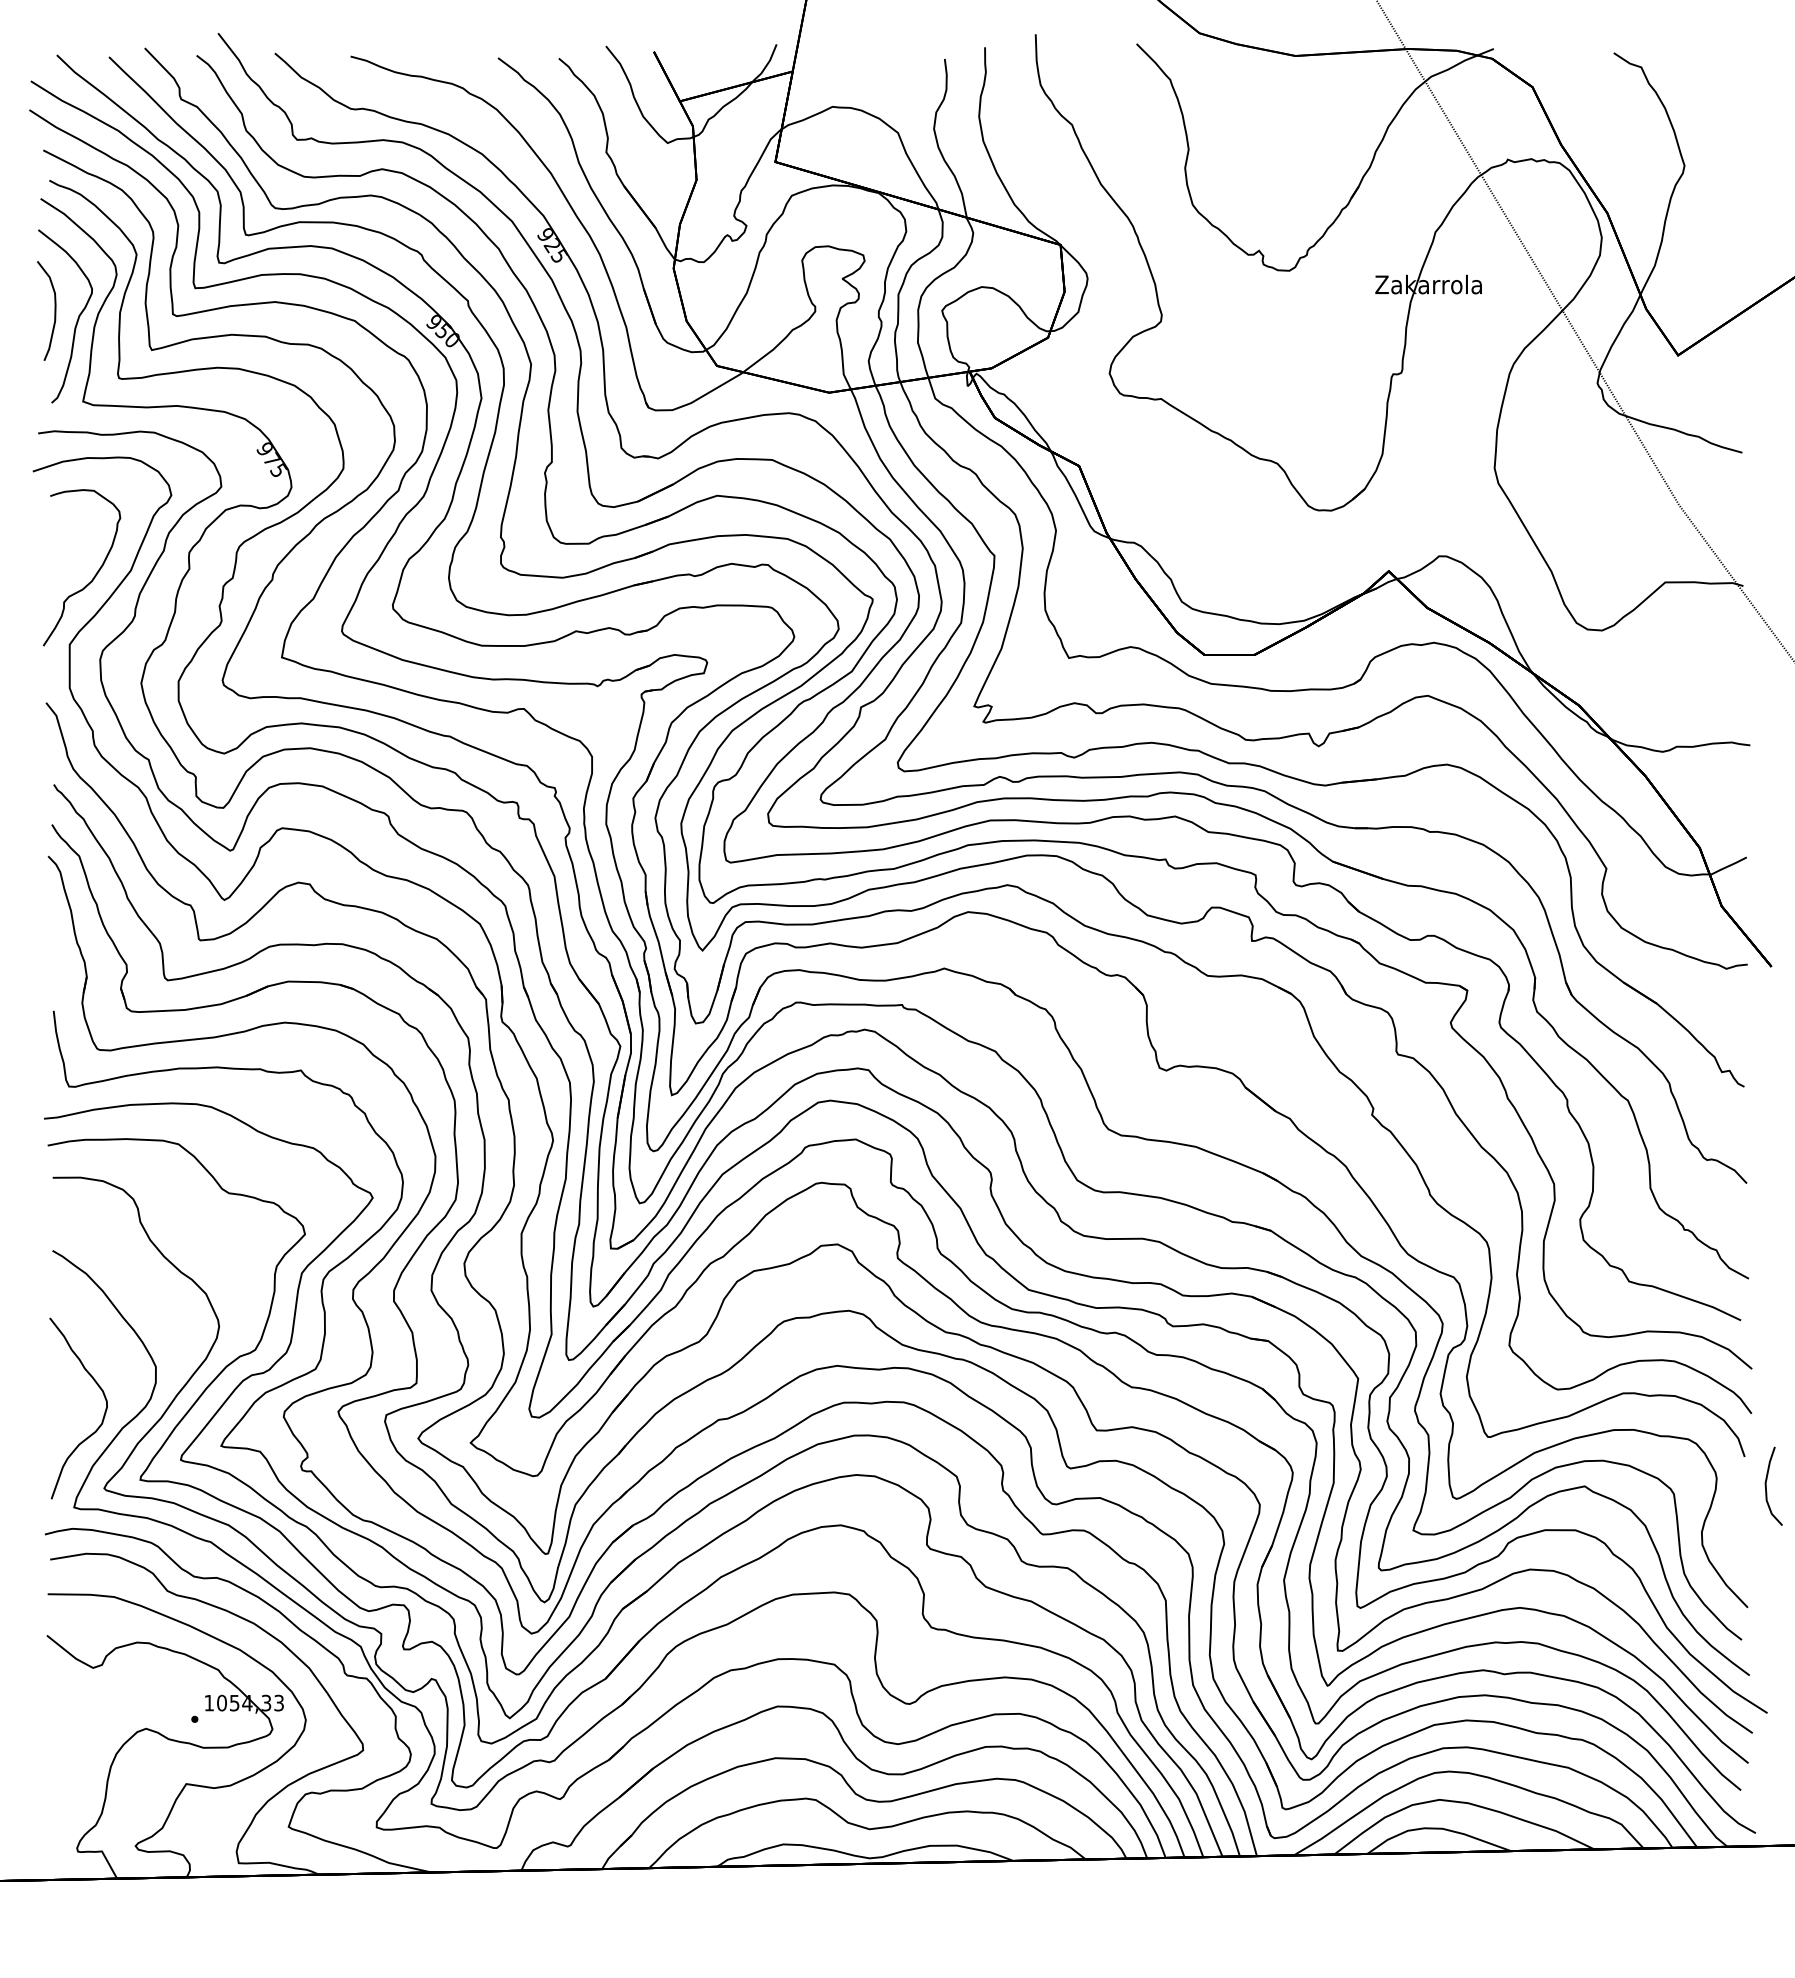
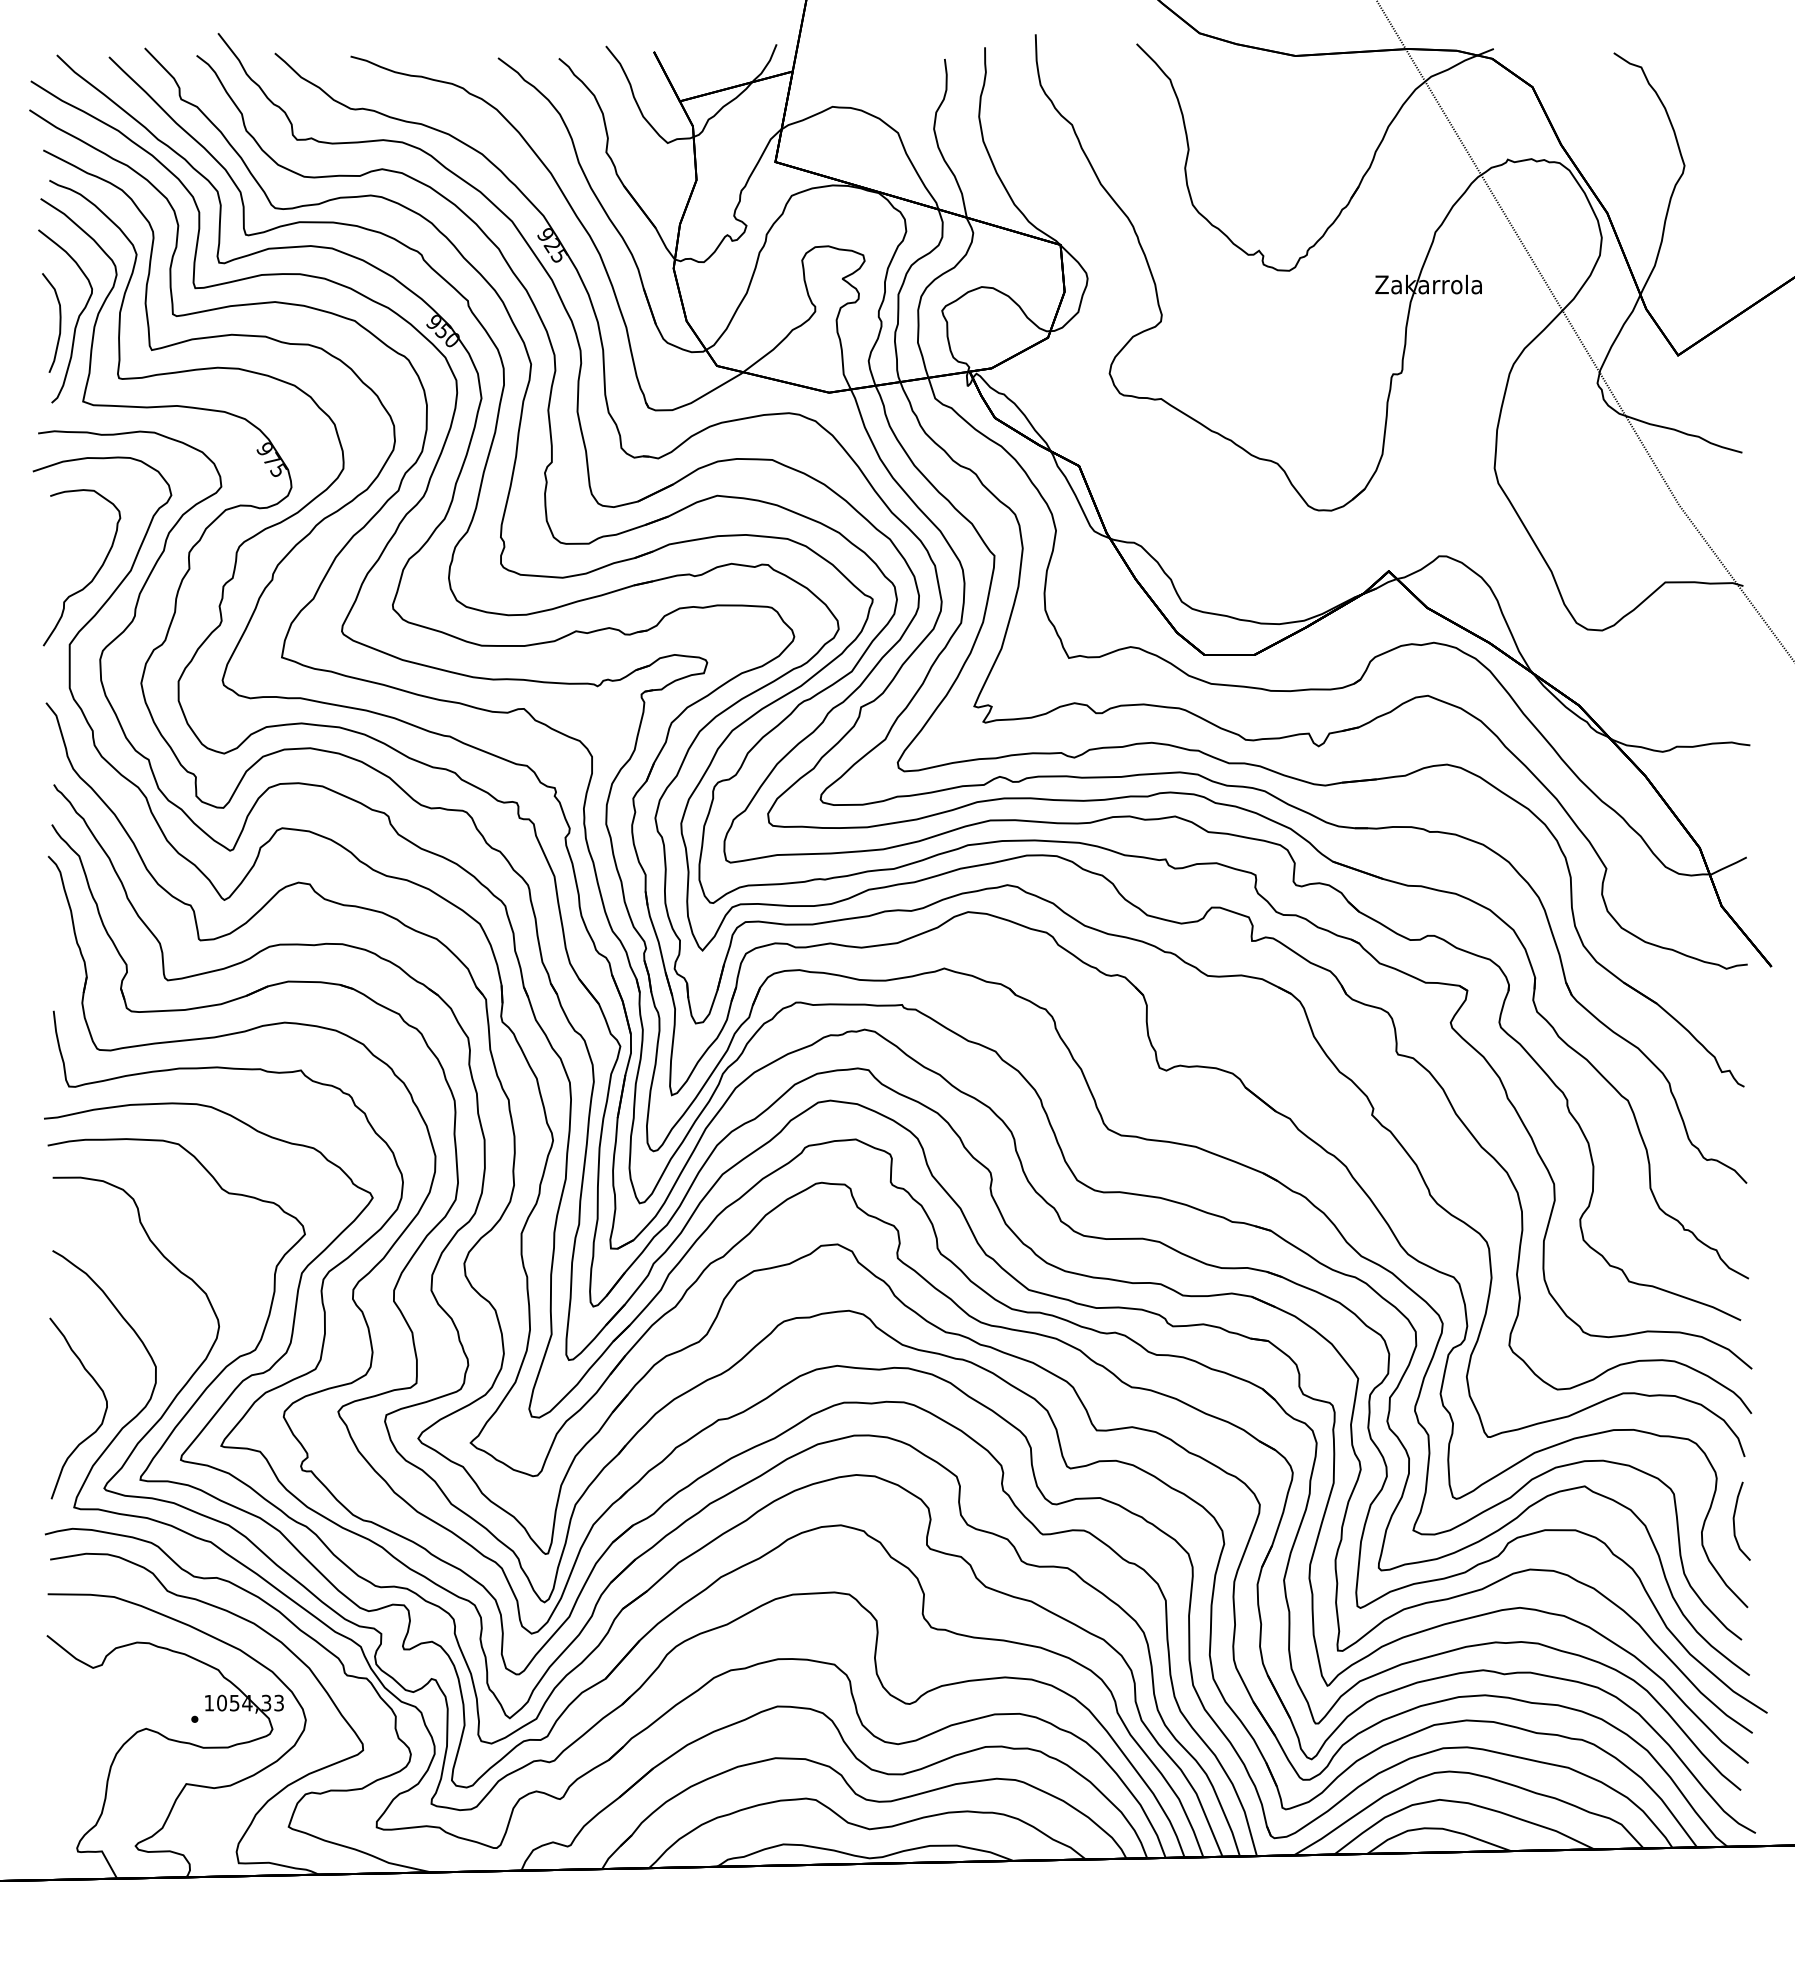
curve at (54, 310) position: (54, 310) -> (59, 322)
curve at (1766, 1485) position: (1766, 1485) -> (1734, 1520)
